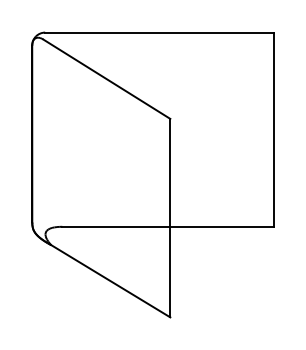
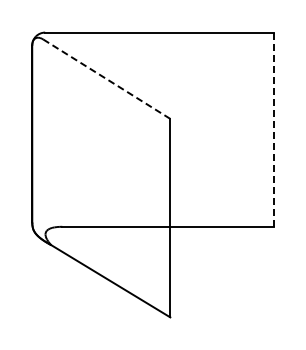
line at (106, 79): solid -> dashed
line at (273, 129): solid -> dashed
